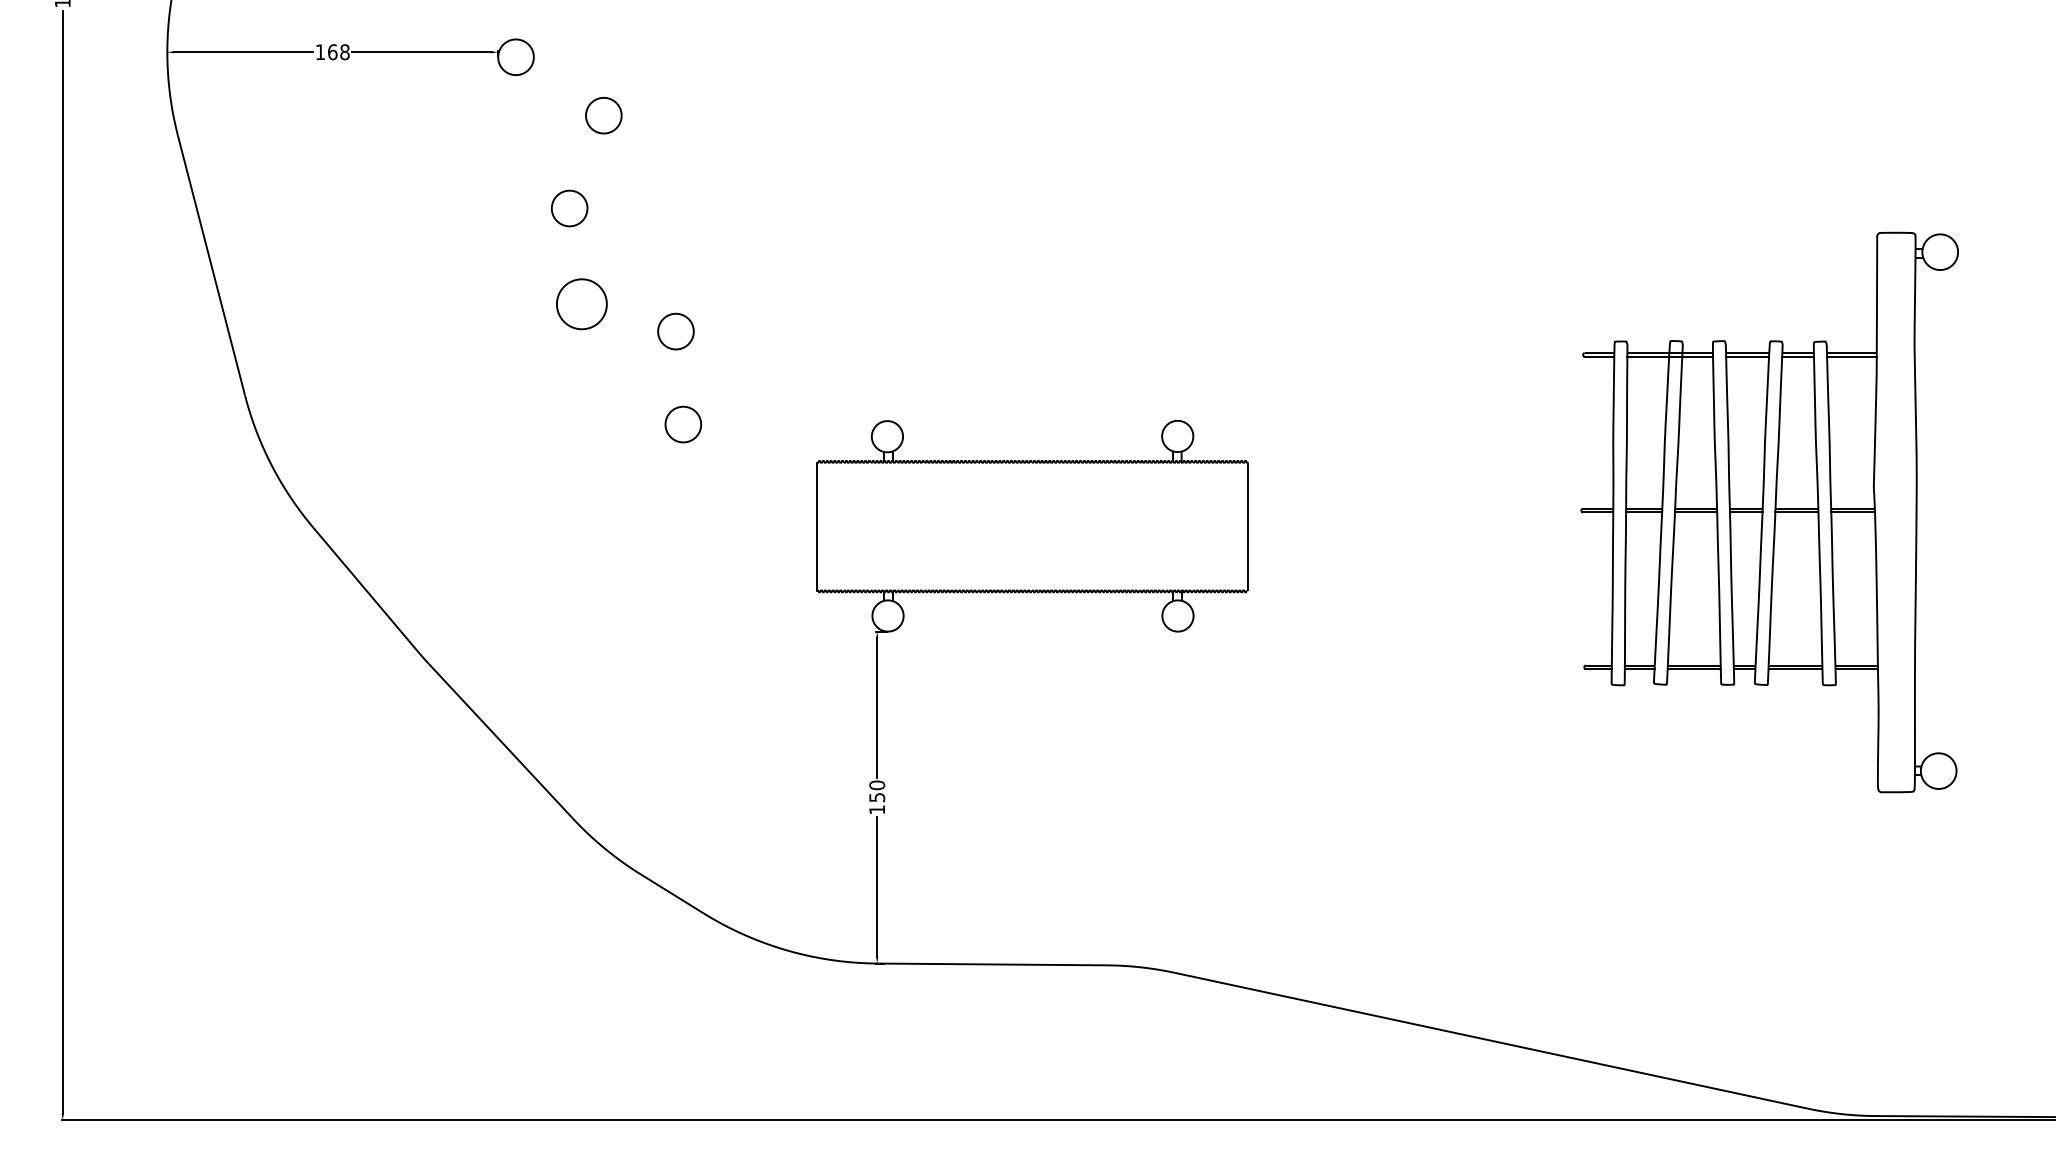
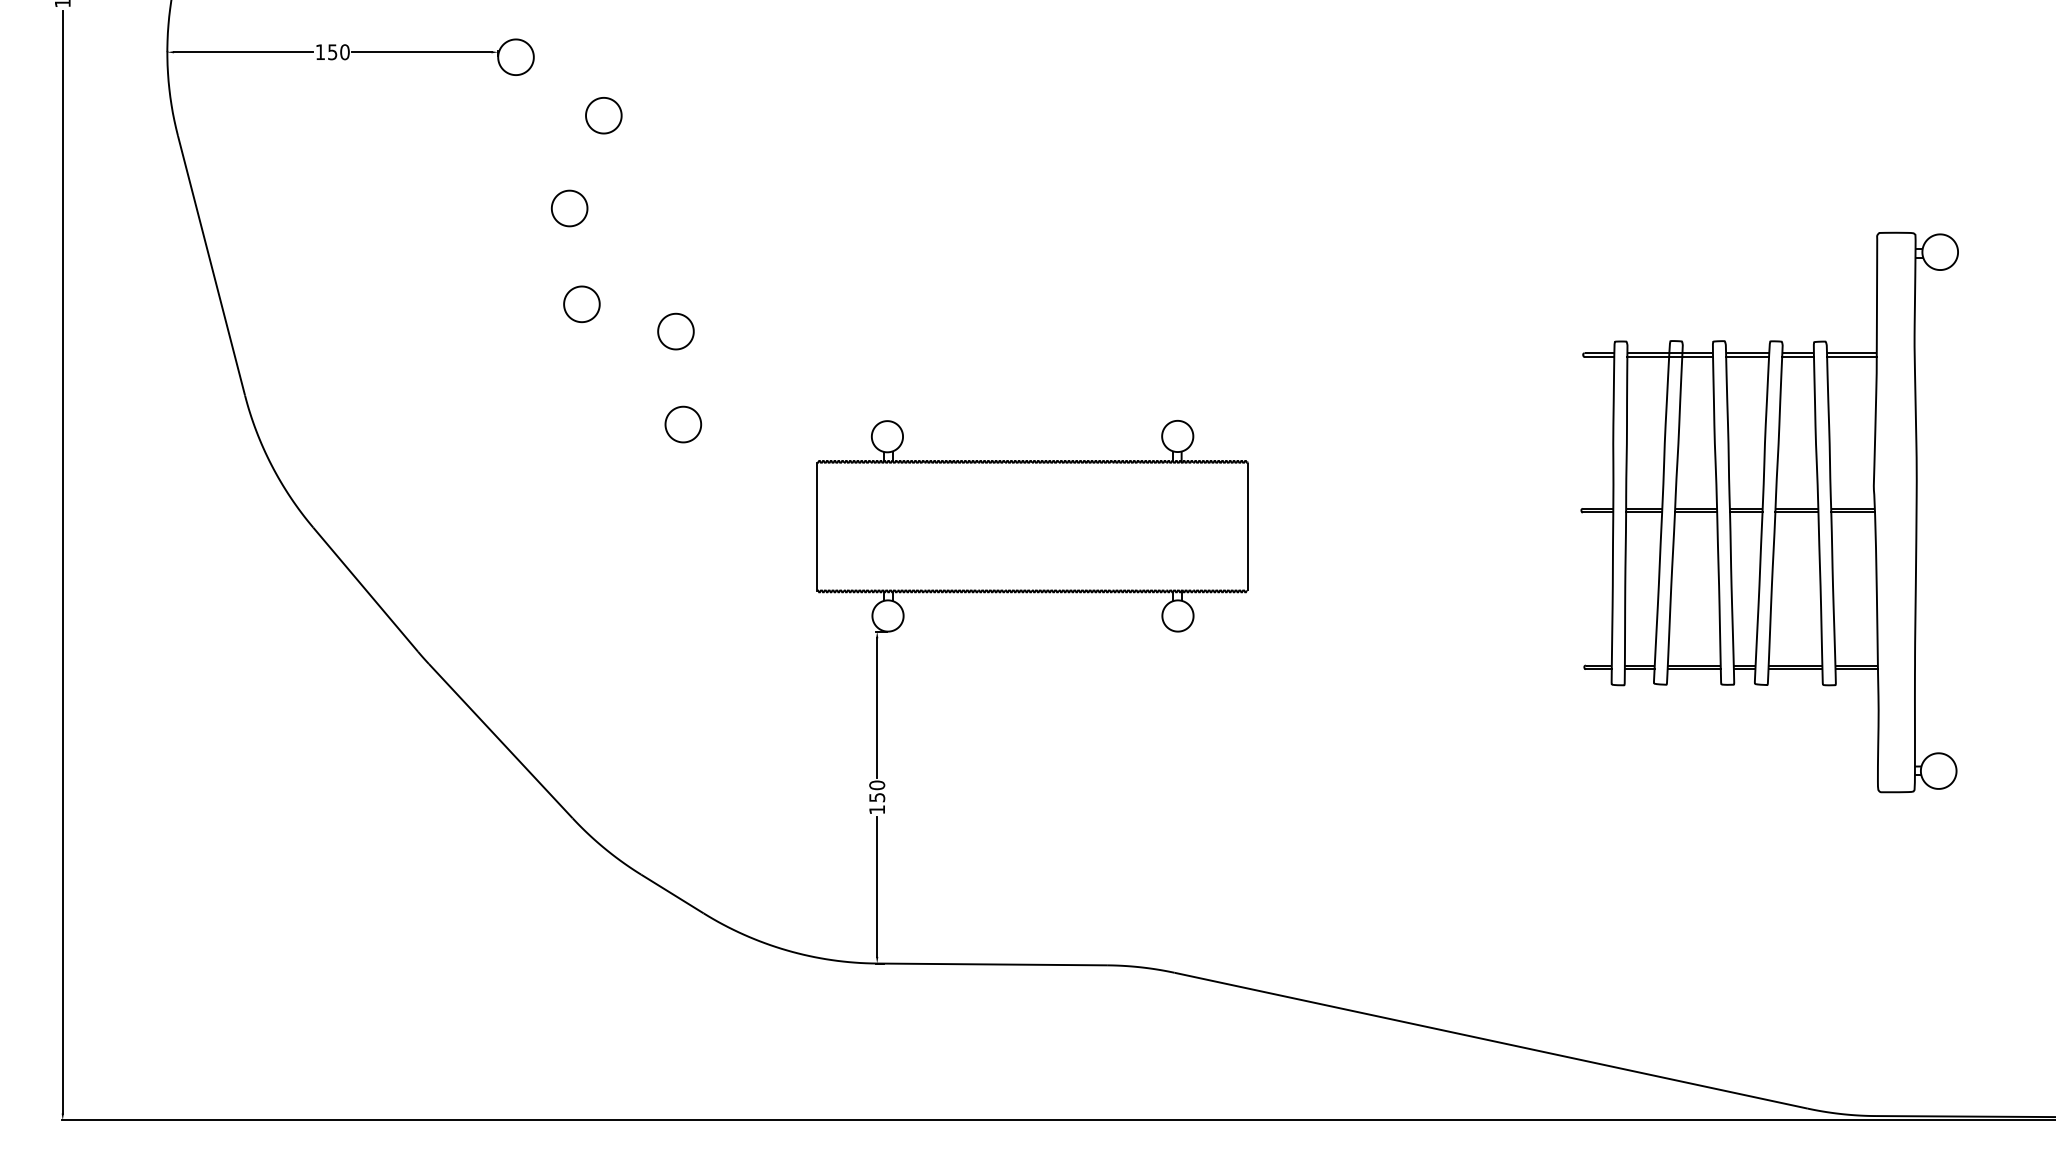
text at (338, 52): 168 -> 150
part at (581, 304) size: 52x53 px -> 38x39 px
